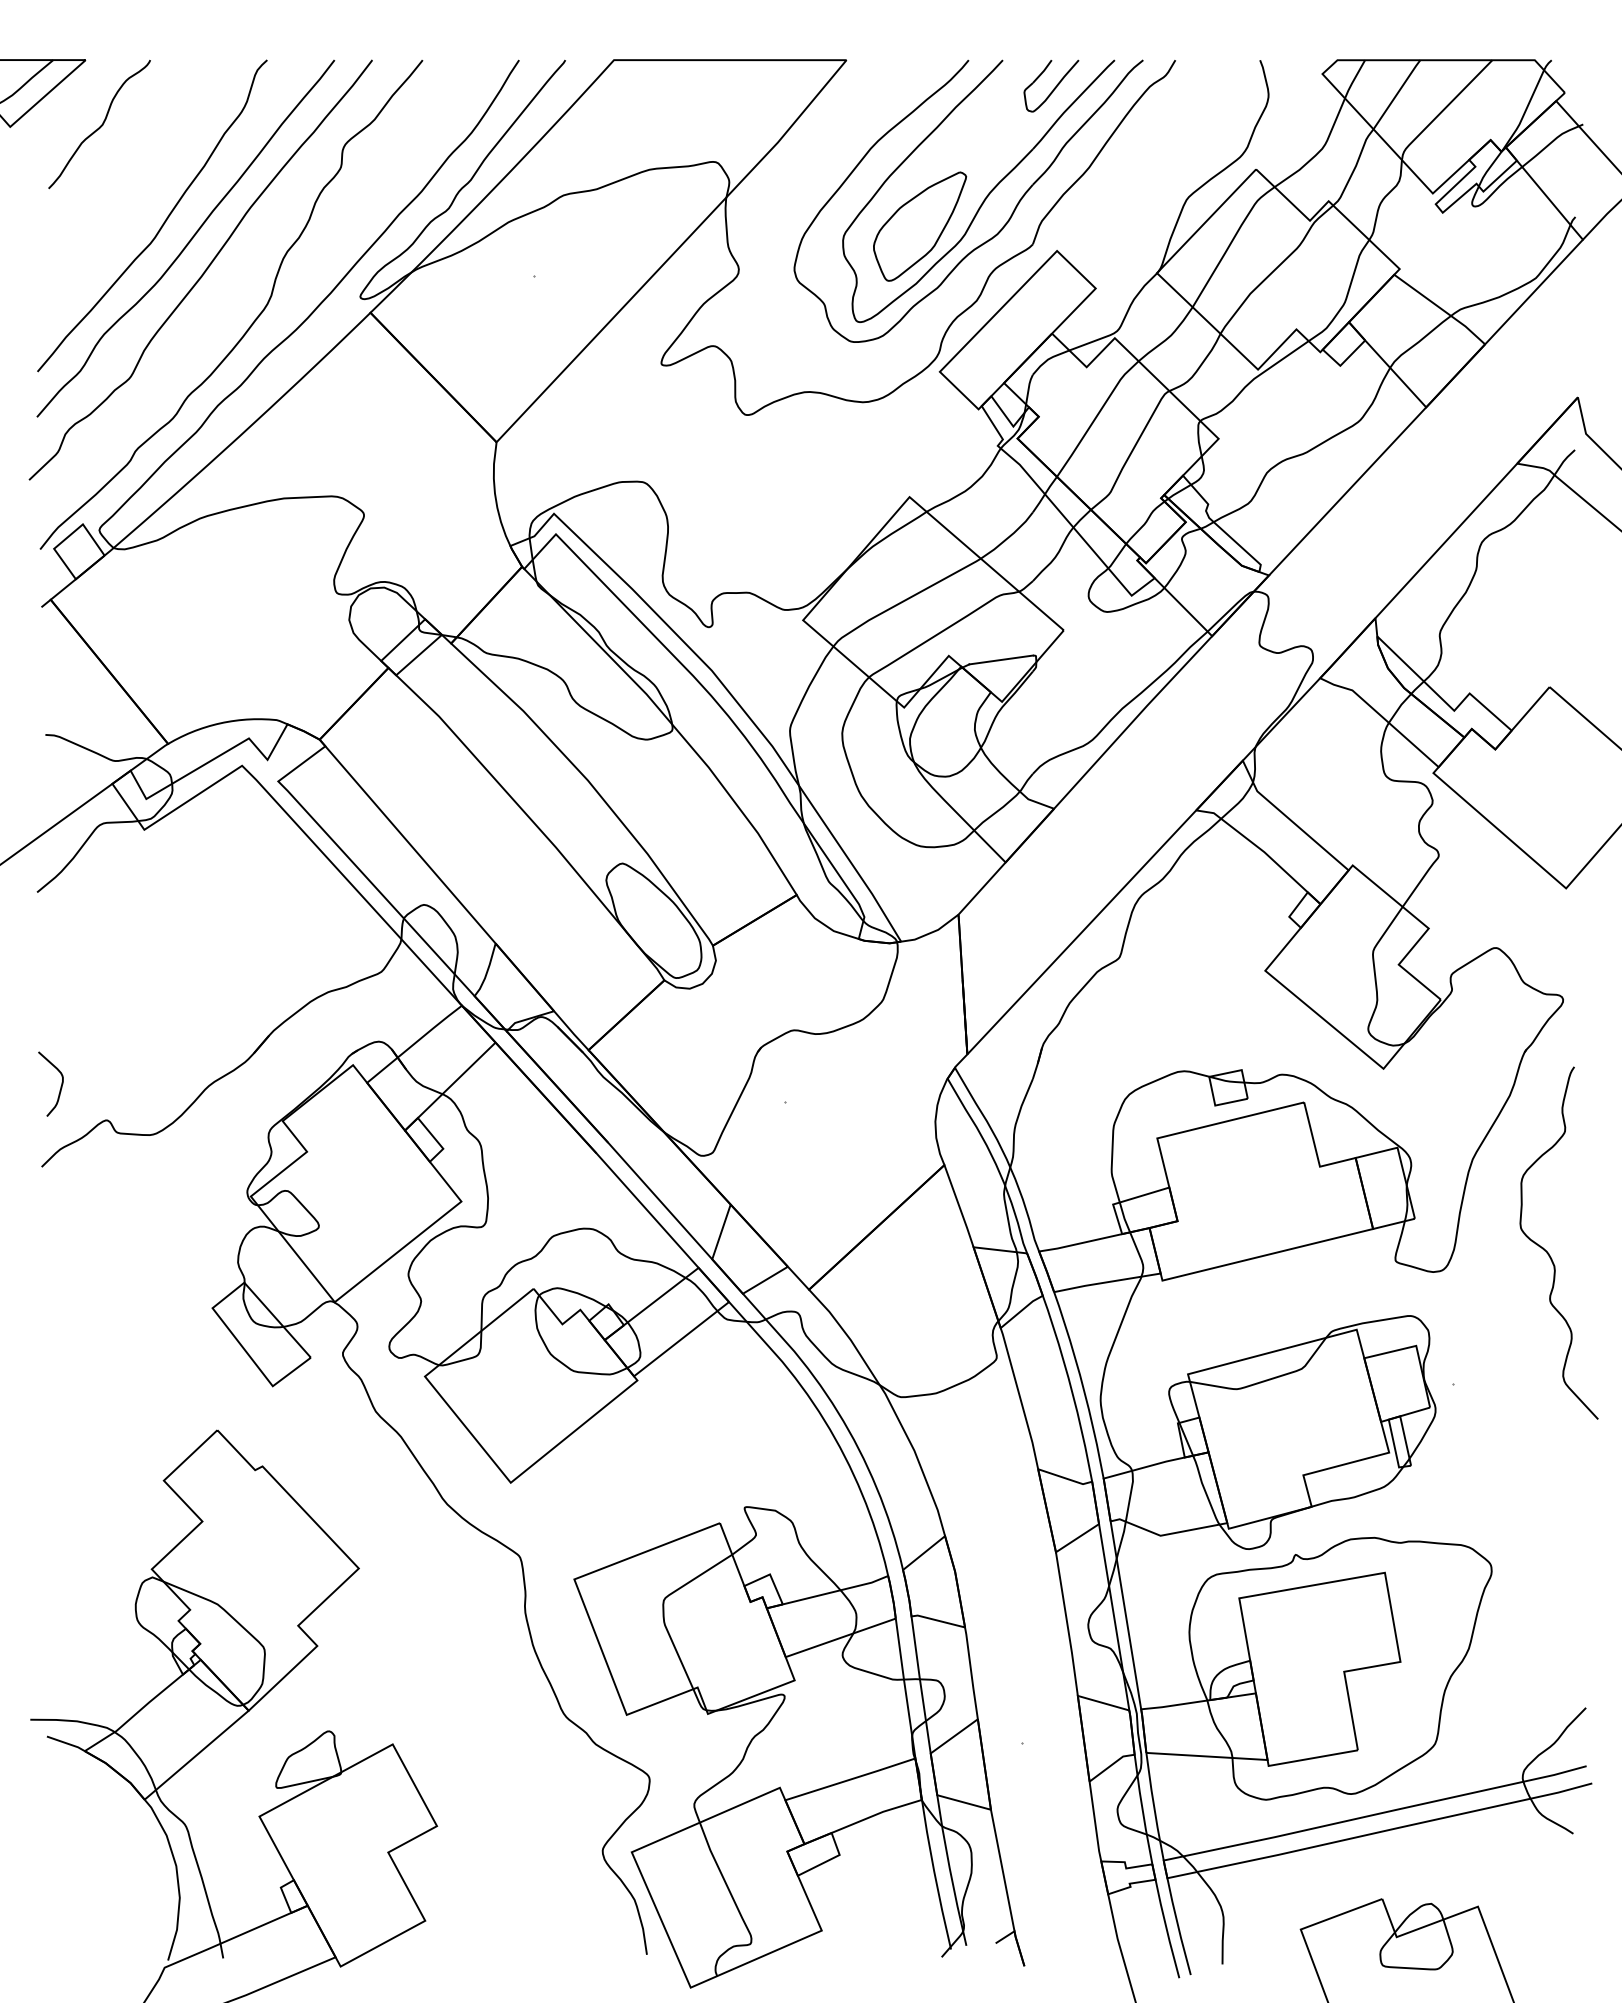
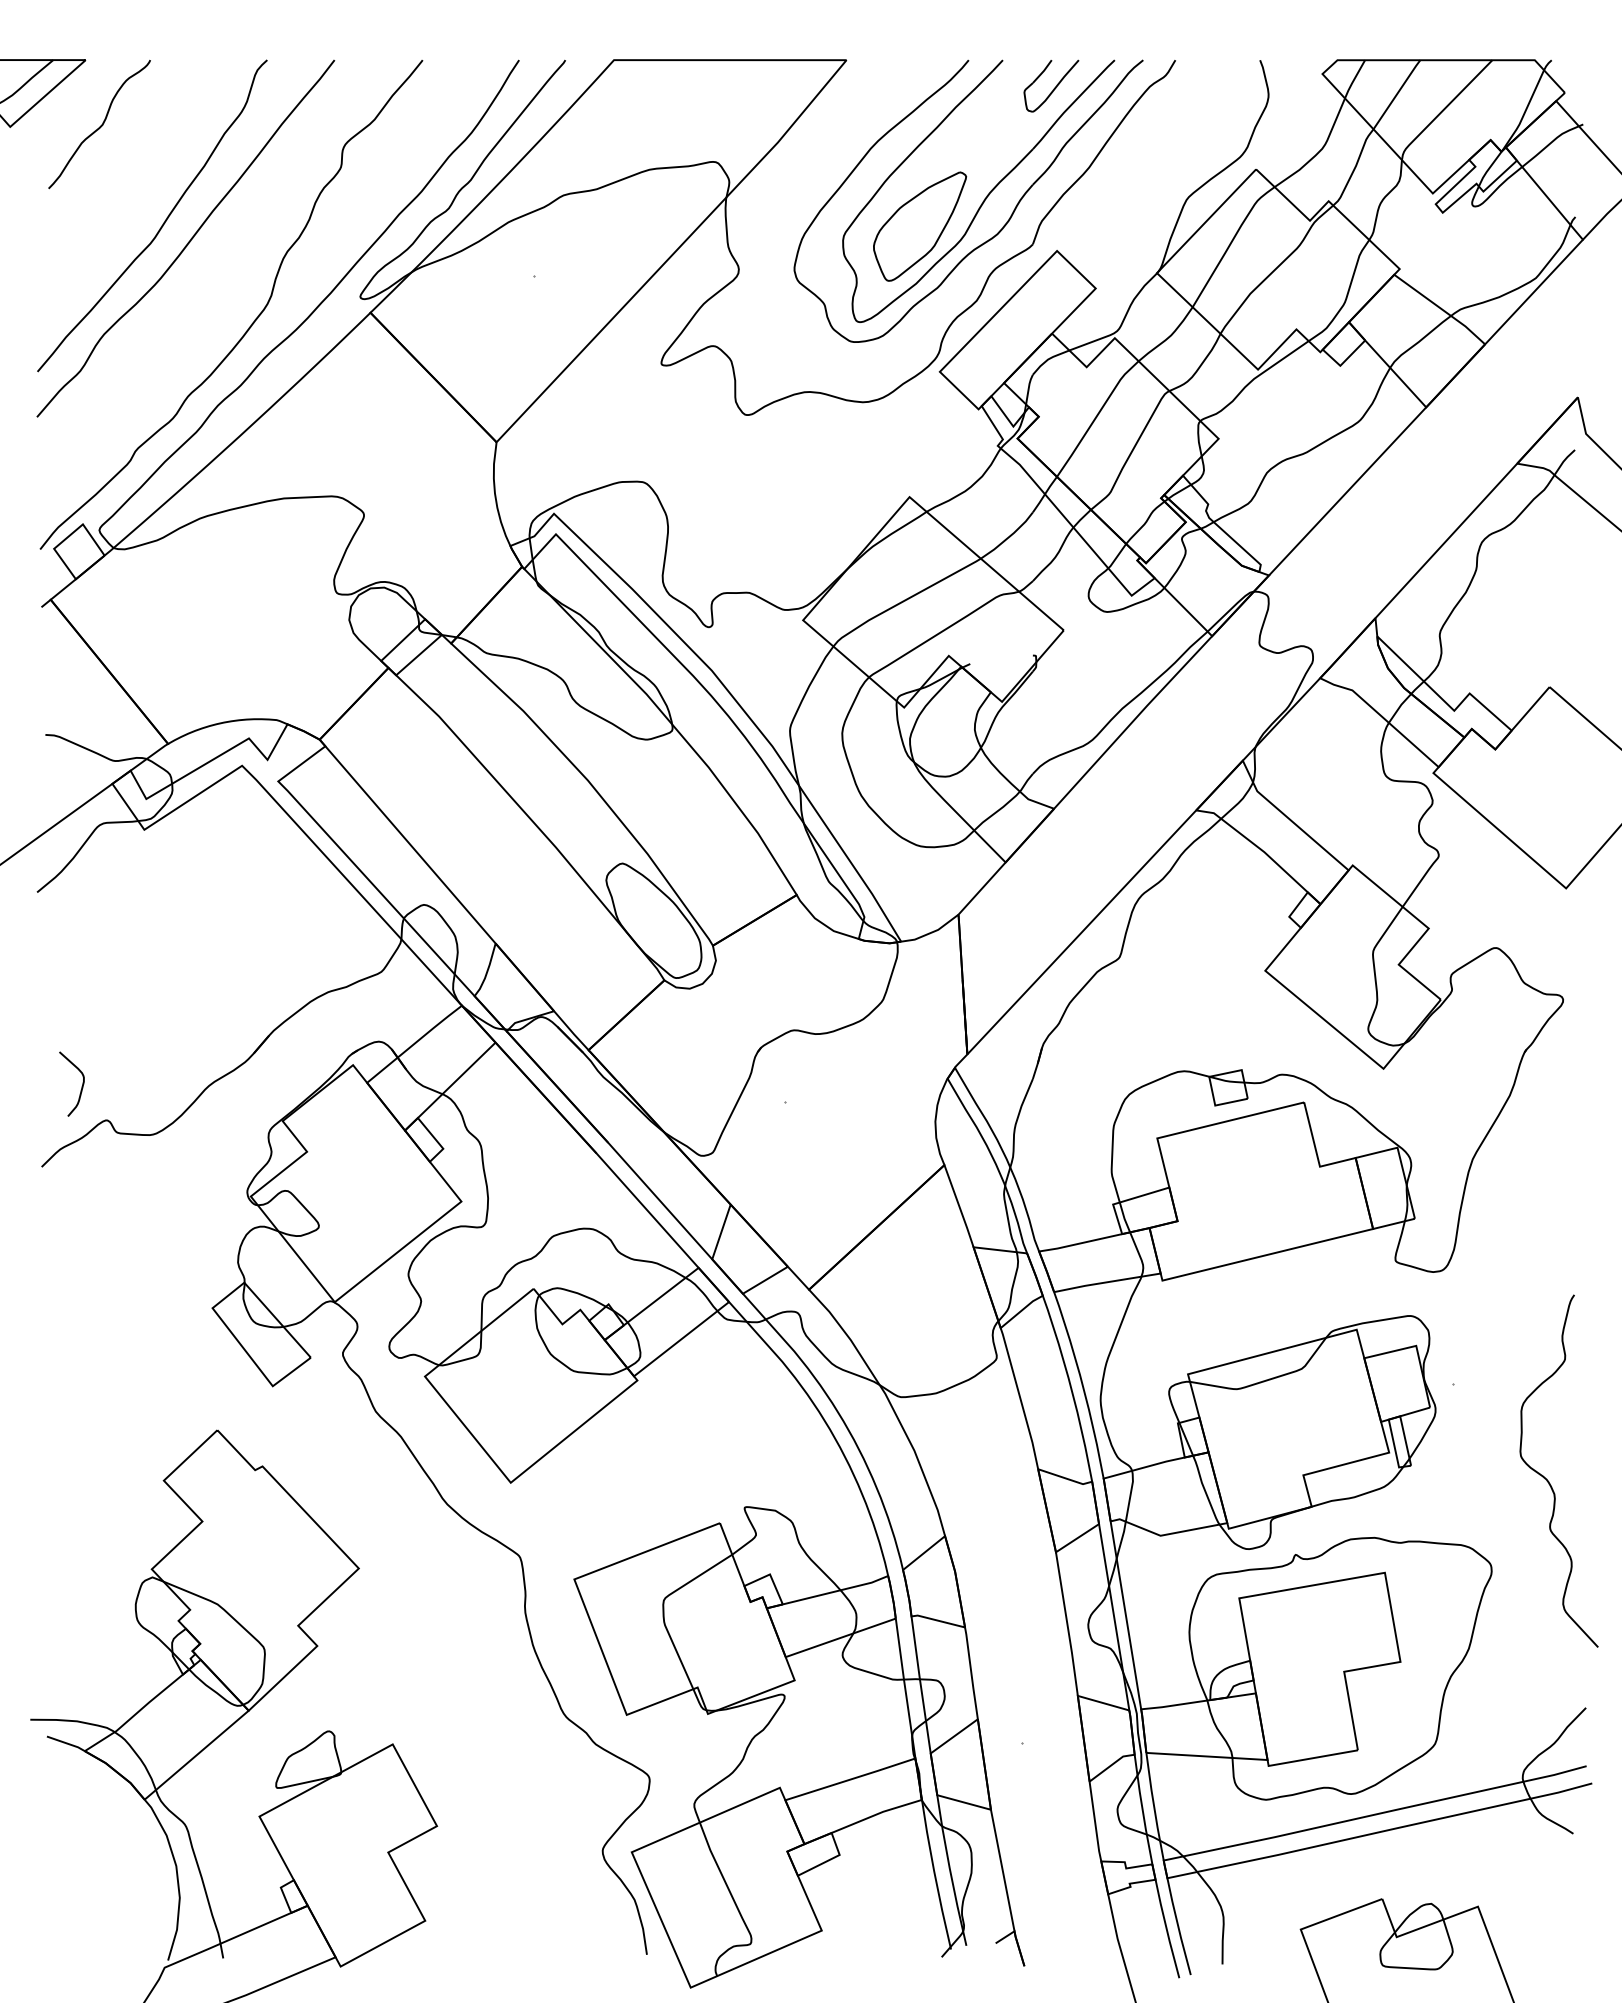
curve at (204, 270): present -> none
line at (1000, 659): present -> none
curve at (60, 1086) position: (60, 1086) -> (81, 1086)
curve at (1548, 1252) position: (1548, 1252) -> (1548, 1480)
